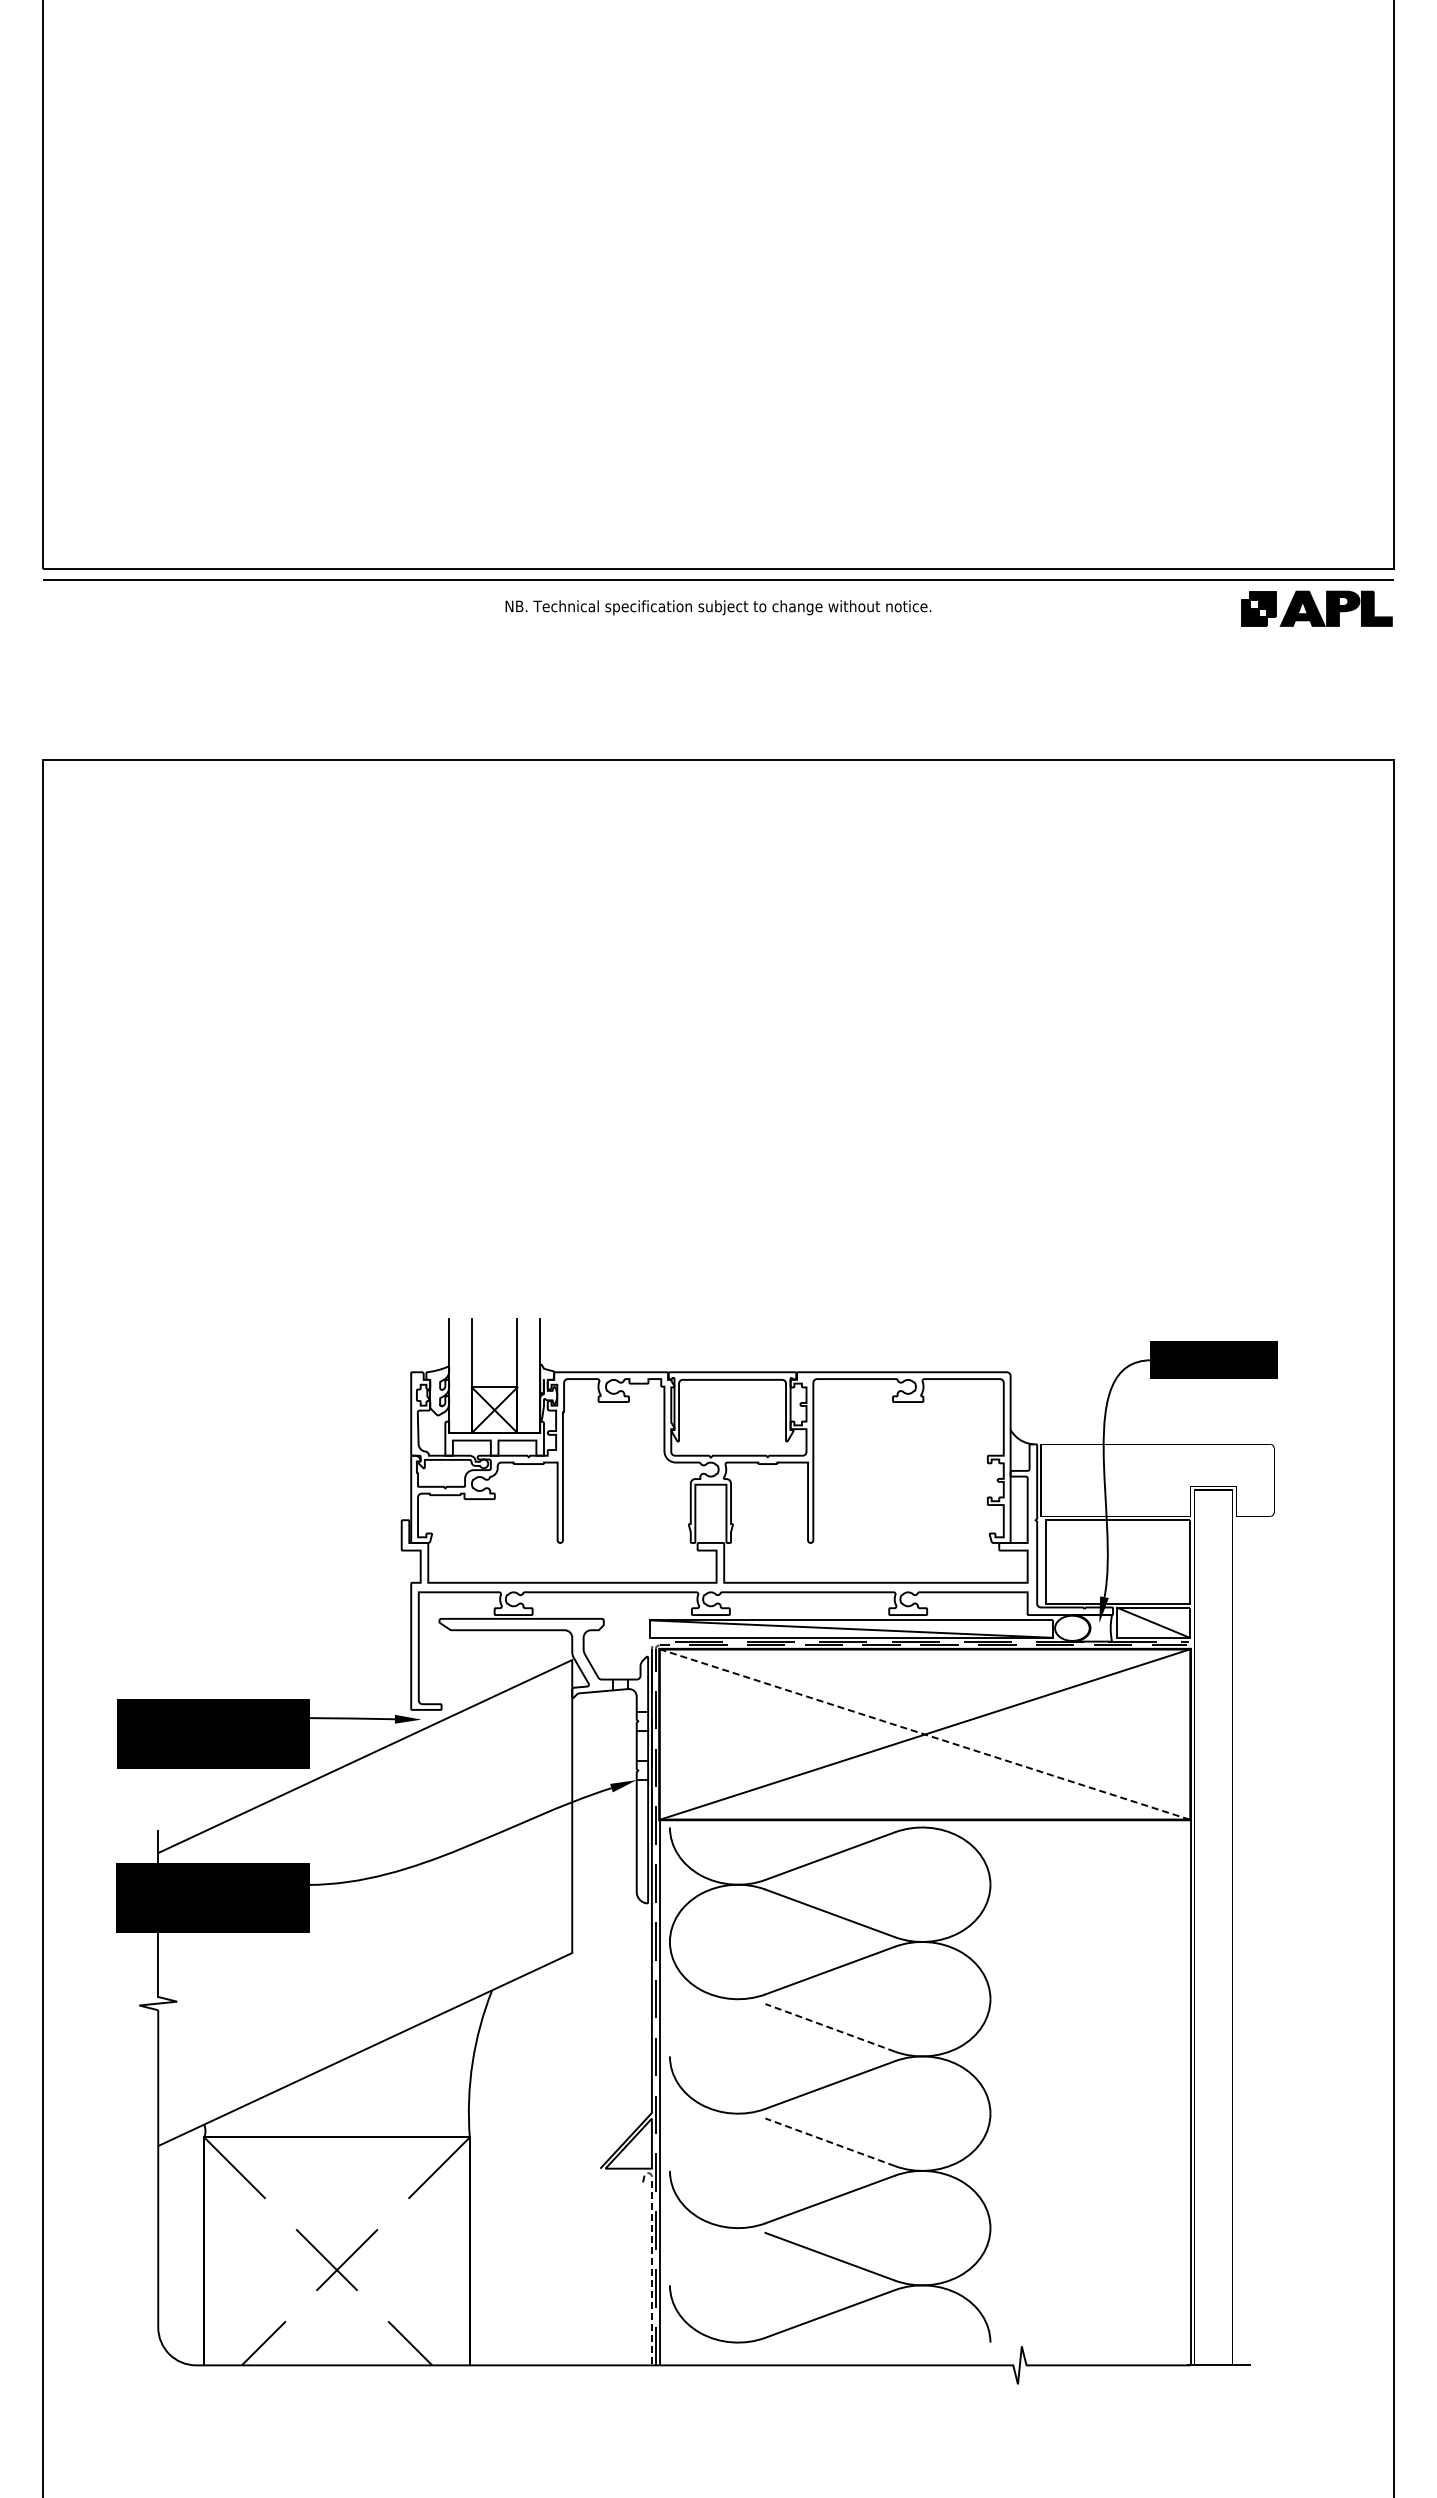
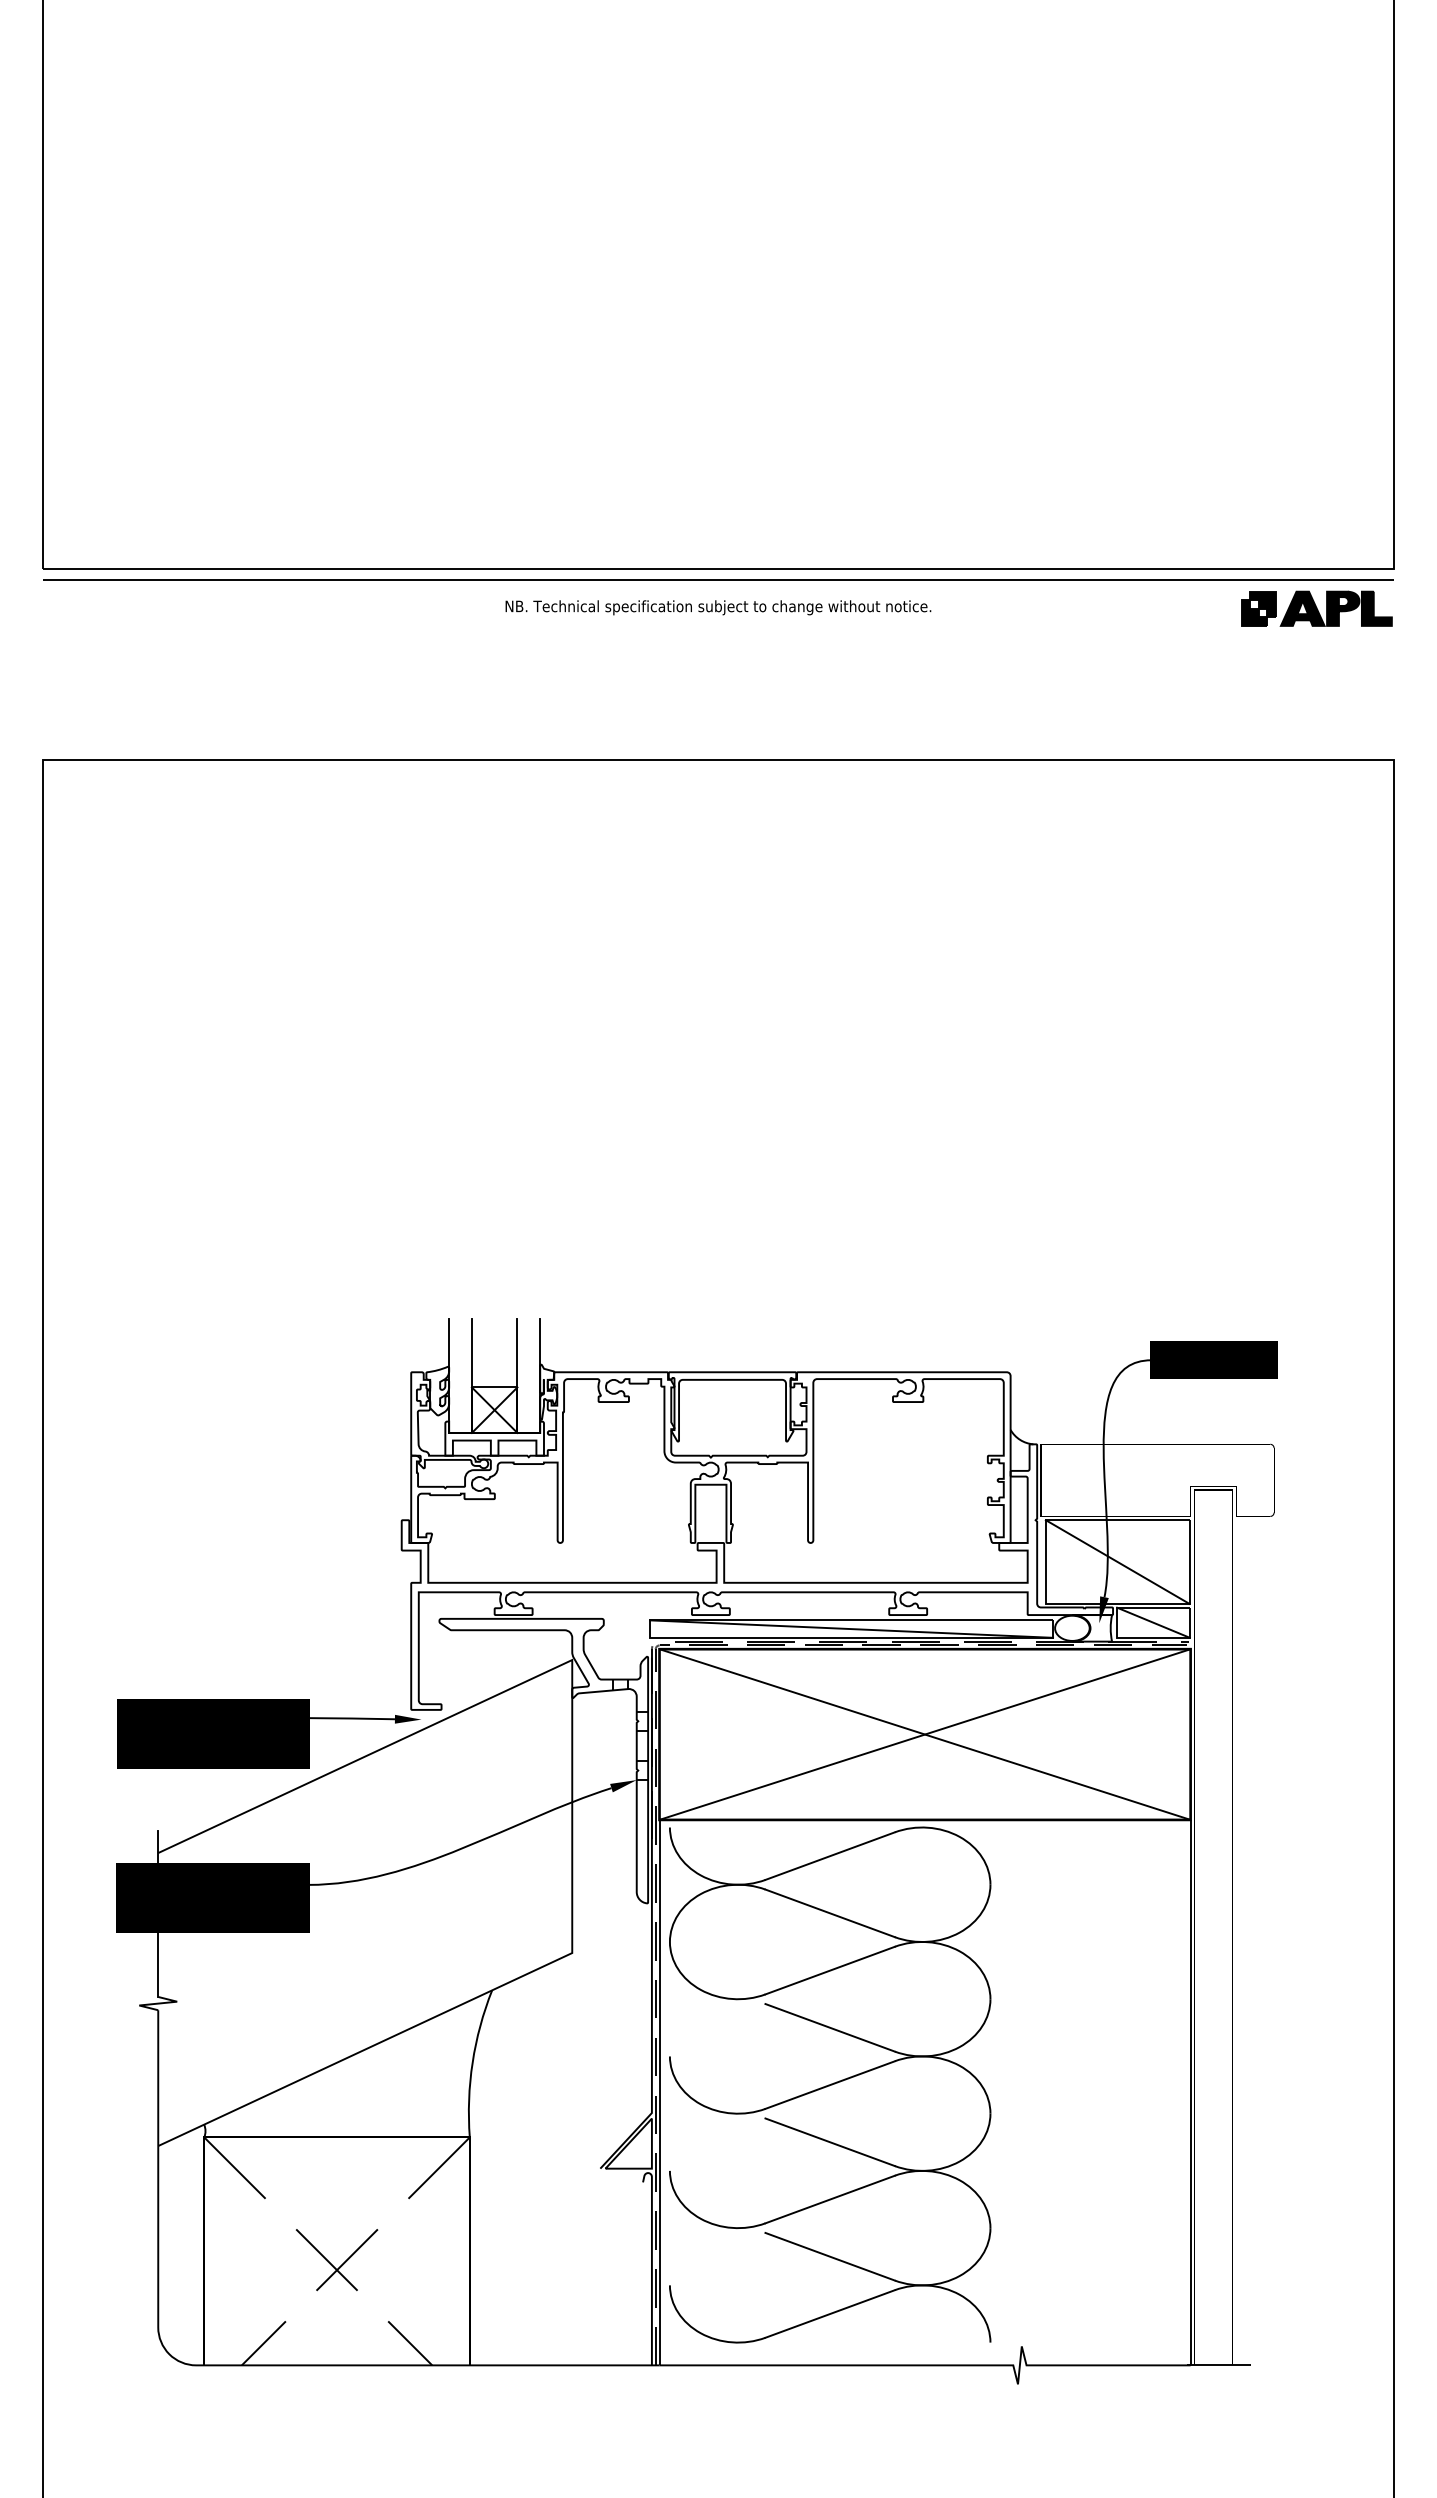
line at (1117, 1561): none -> present
line at (925, 1734): dashed -> solid
line at (830, 2027): dashed -> solid
line at (830, 2142): dashed -> solid
line at (651, 2255): dashed -> solid
